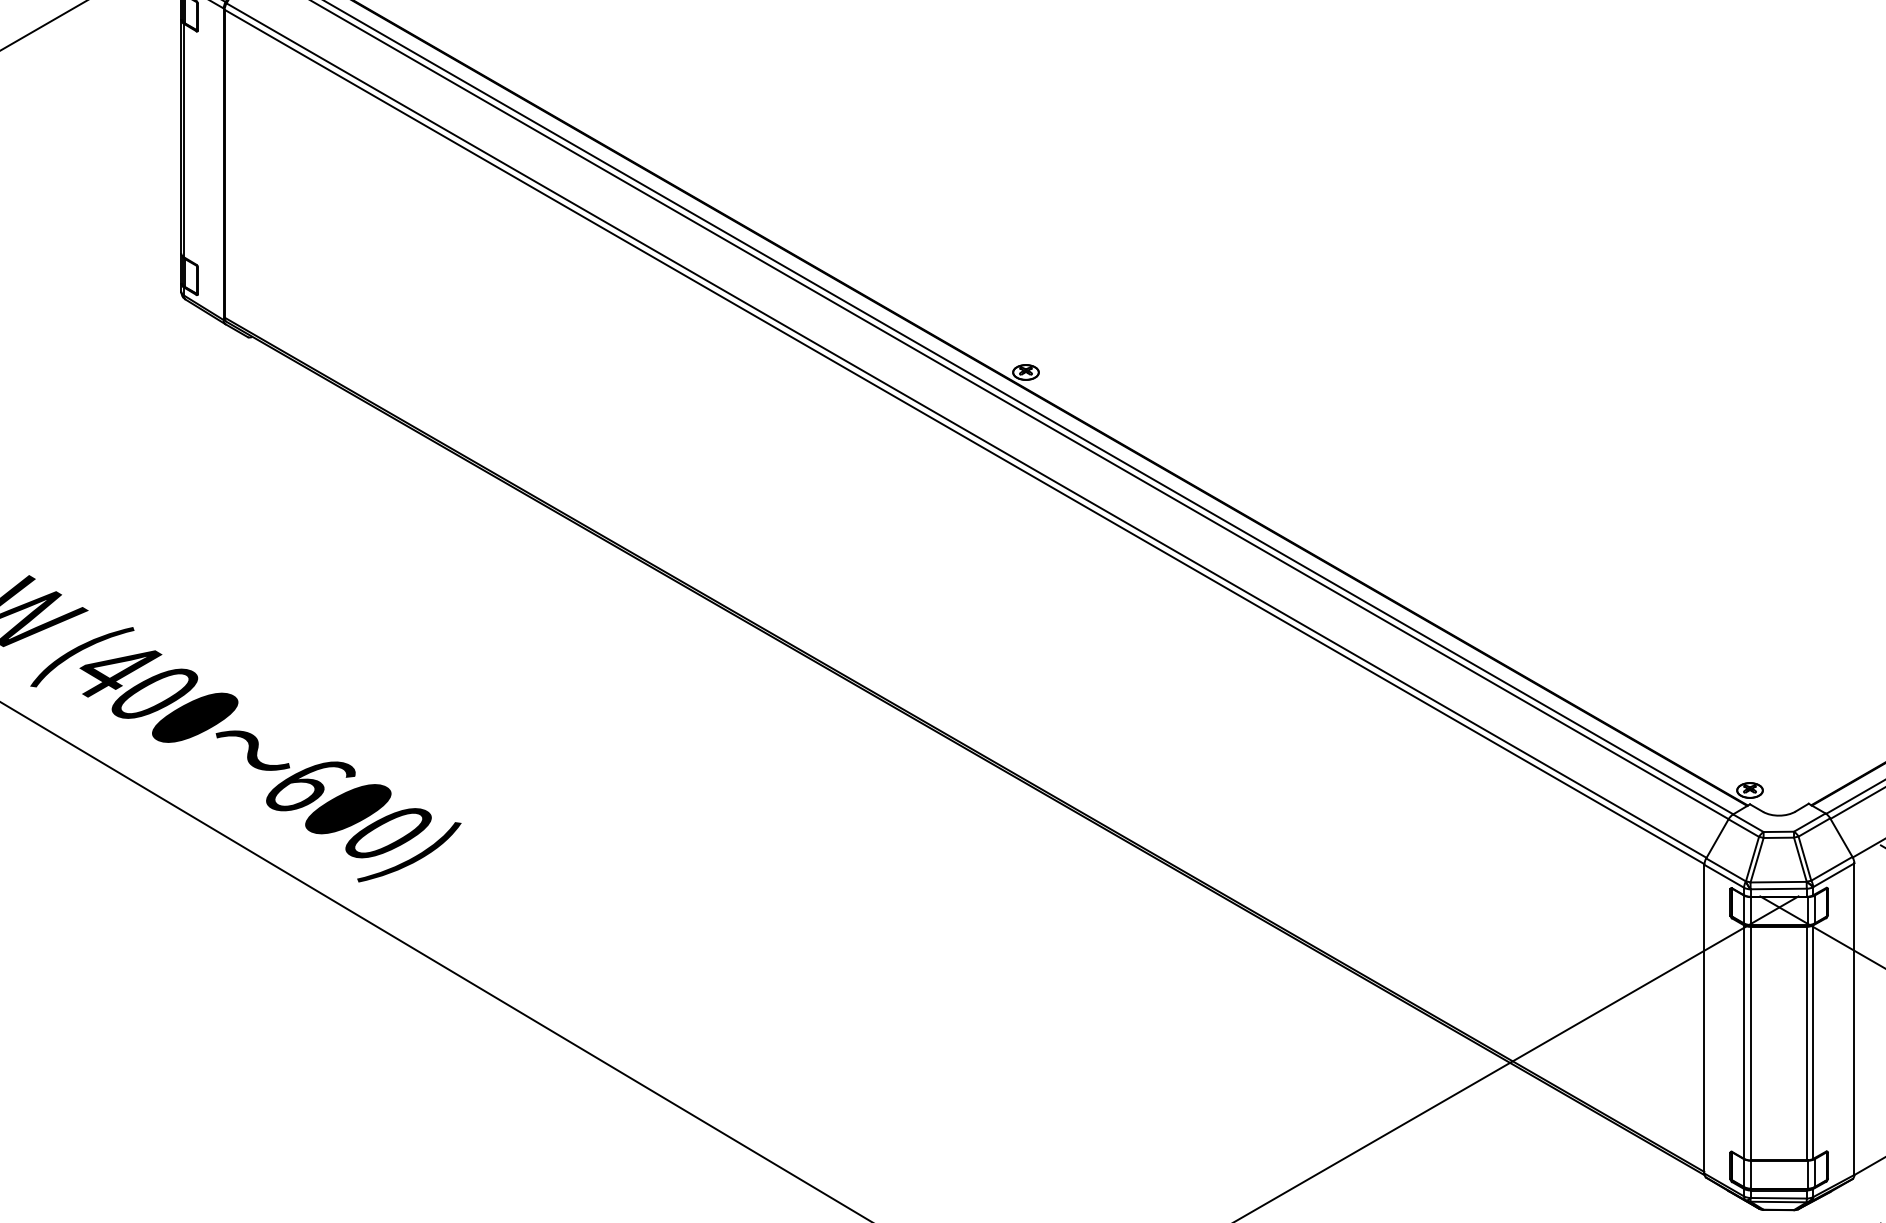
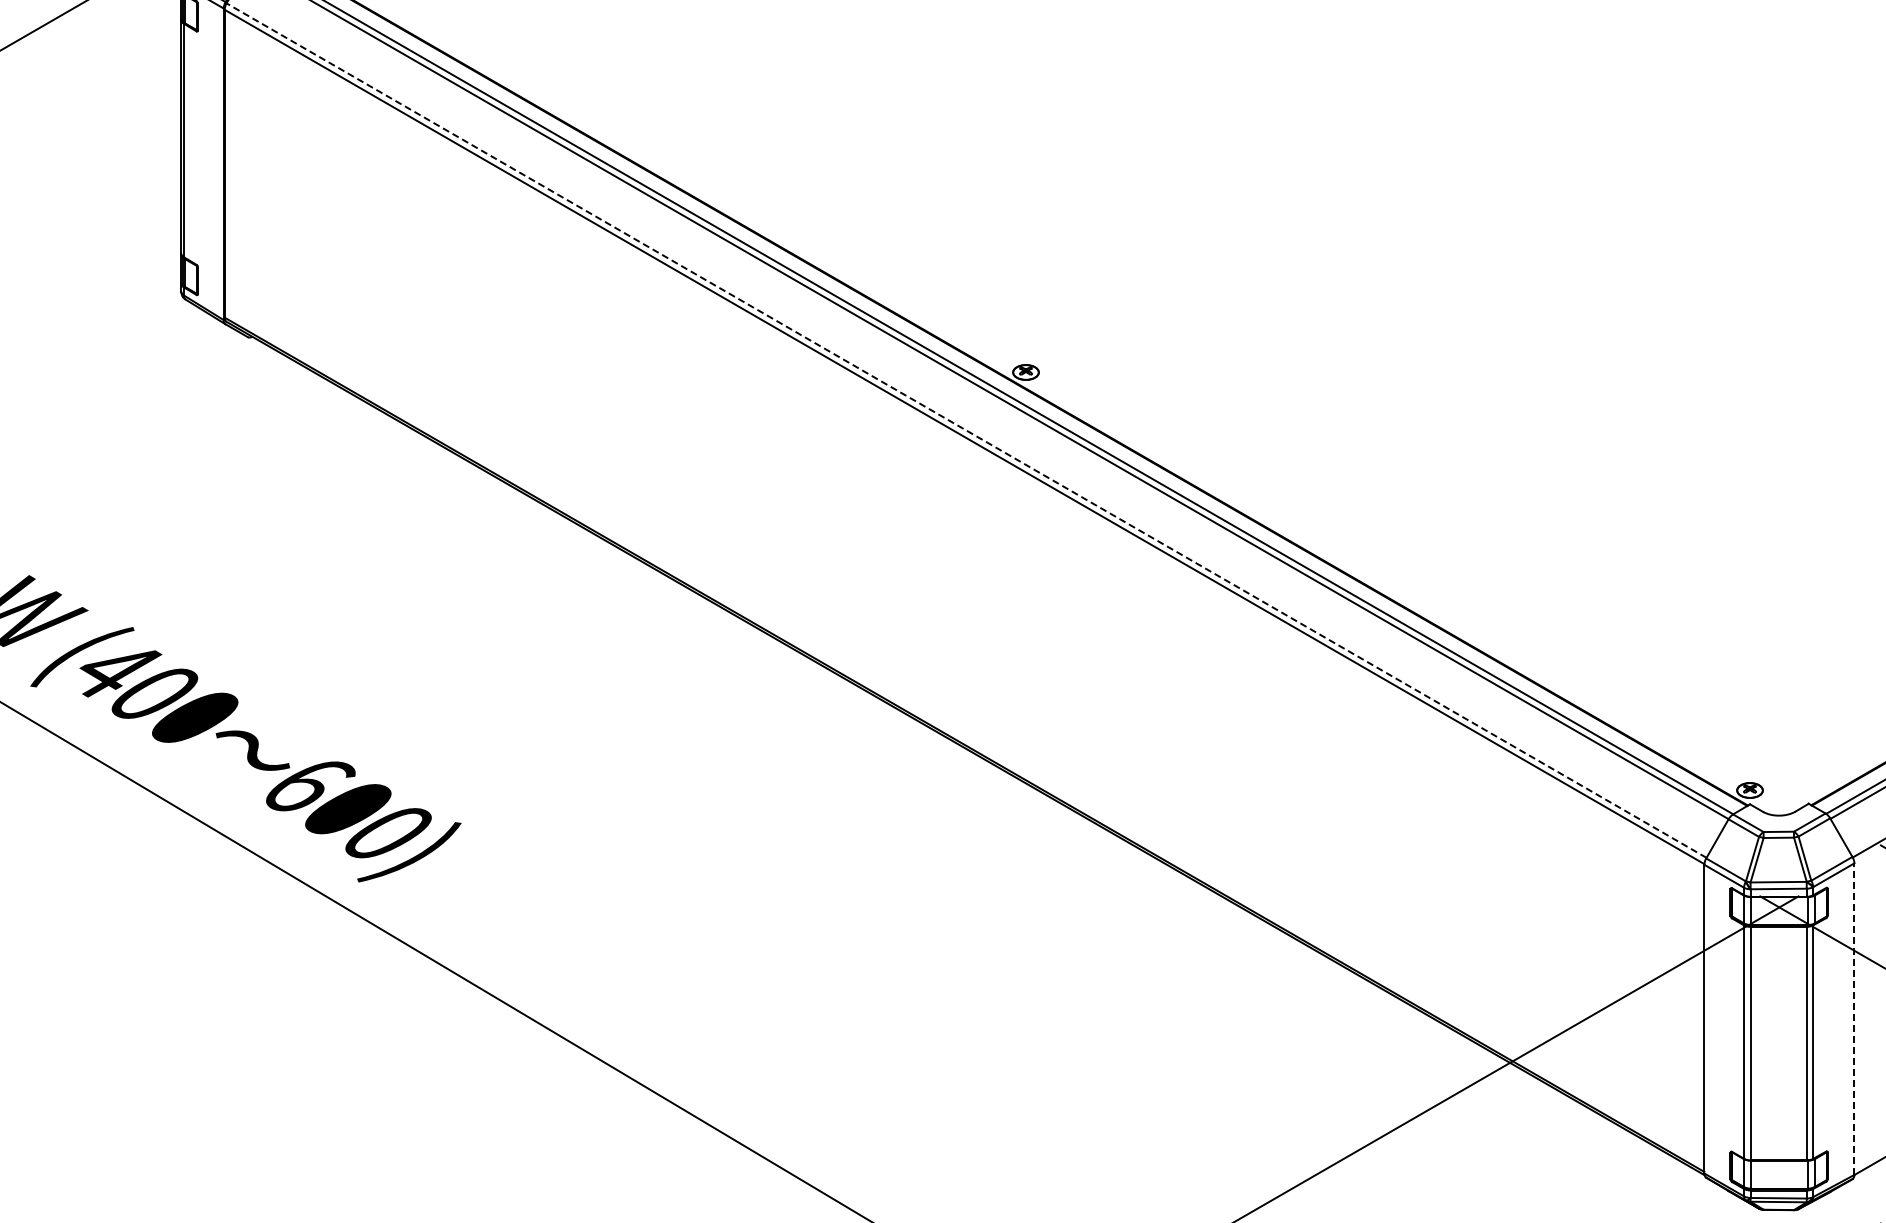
line at (966, 430): solid -> dashed
line at (1854, 1019): solid -> dashed
